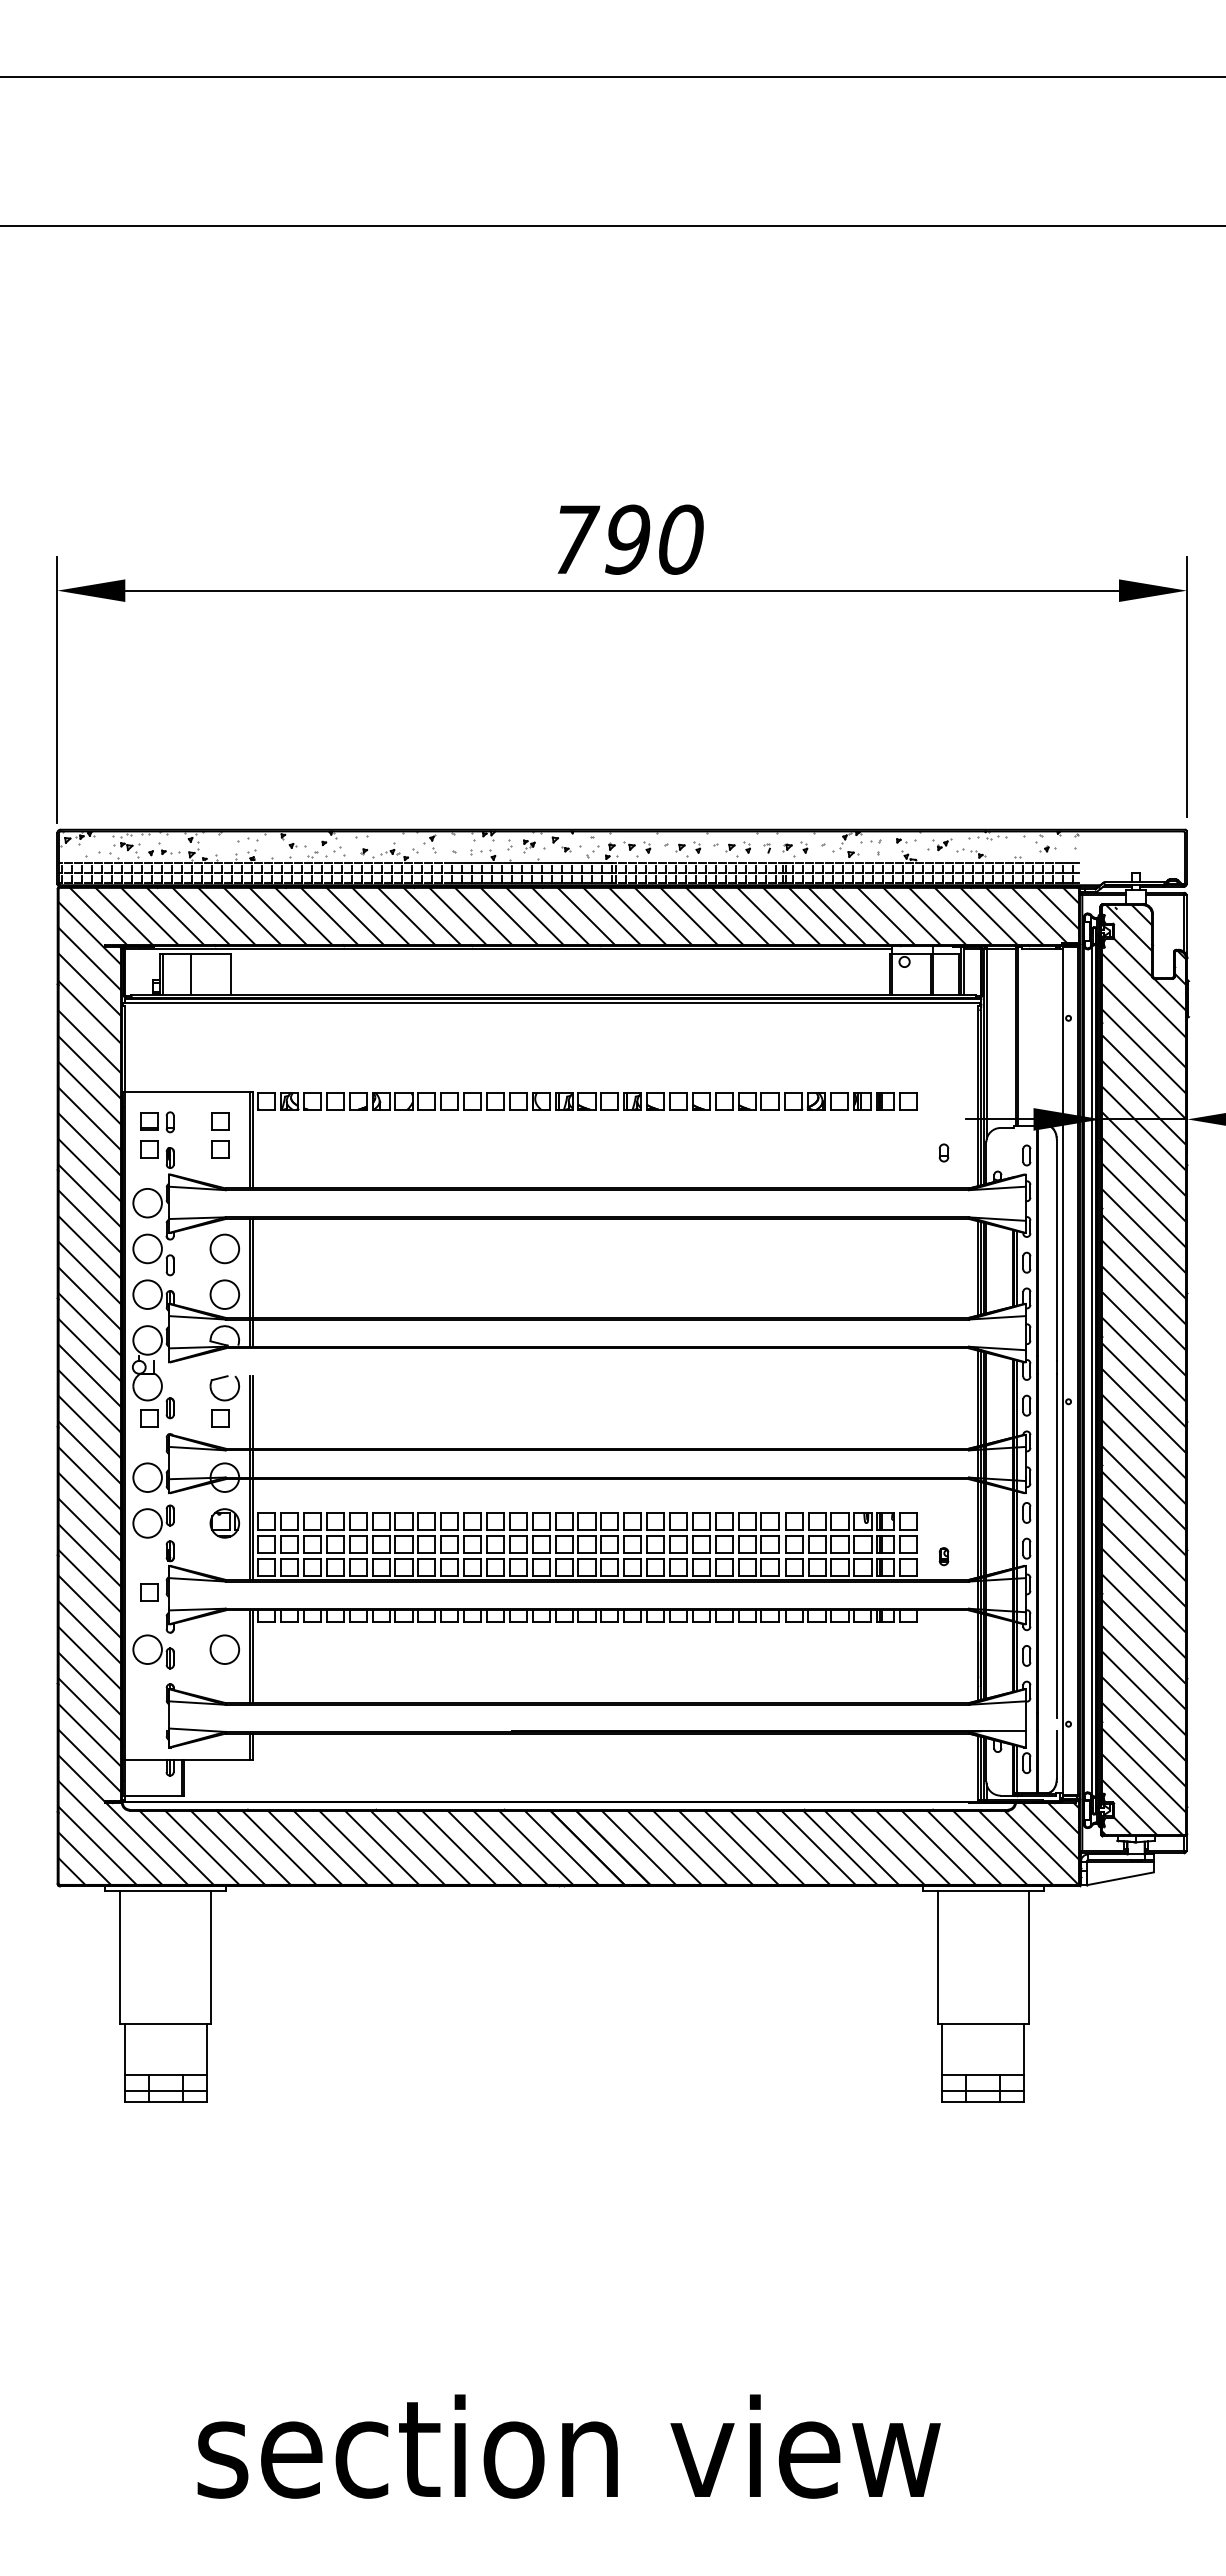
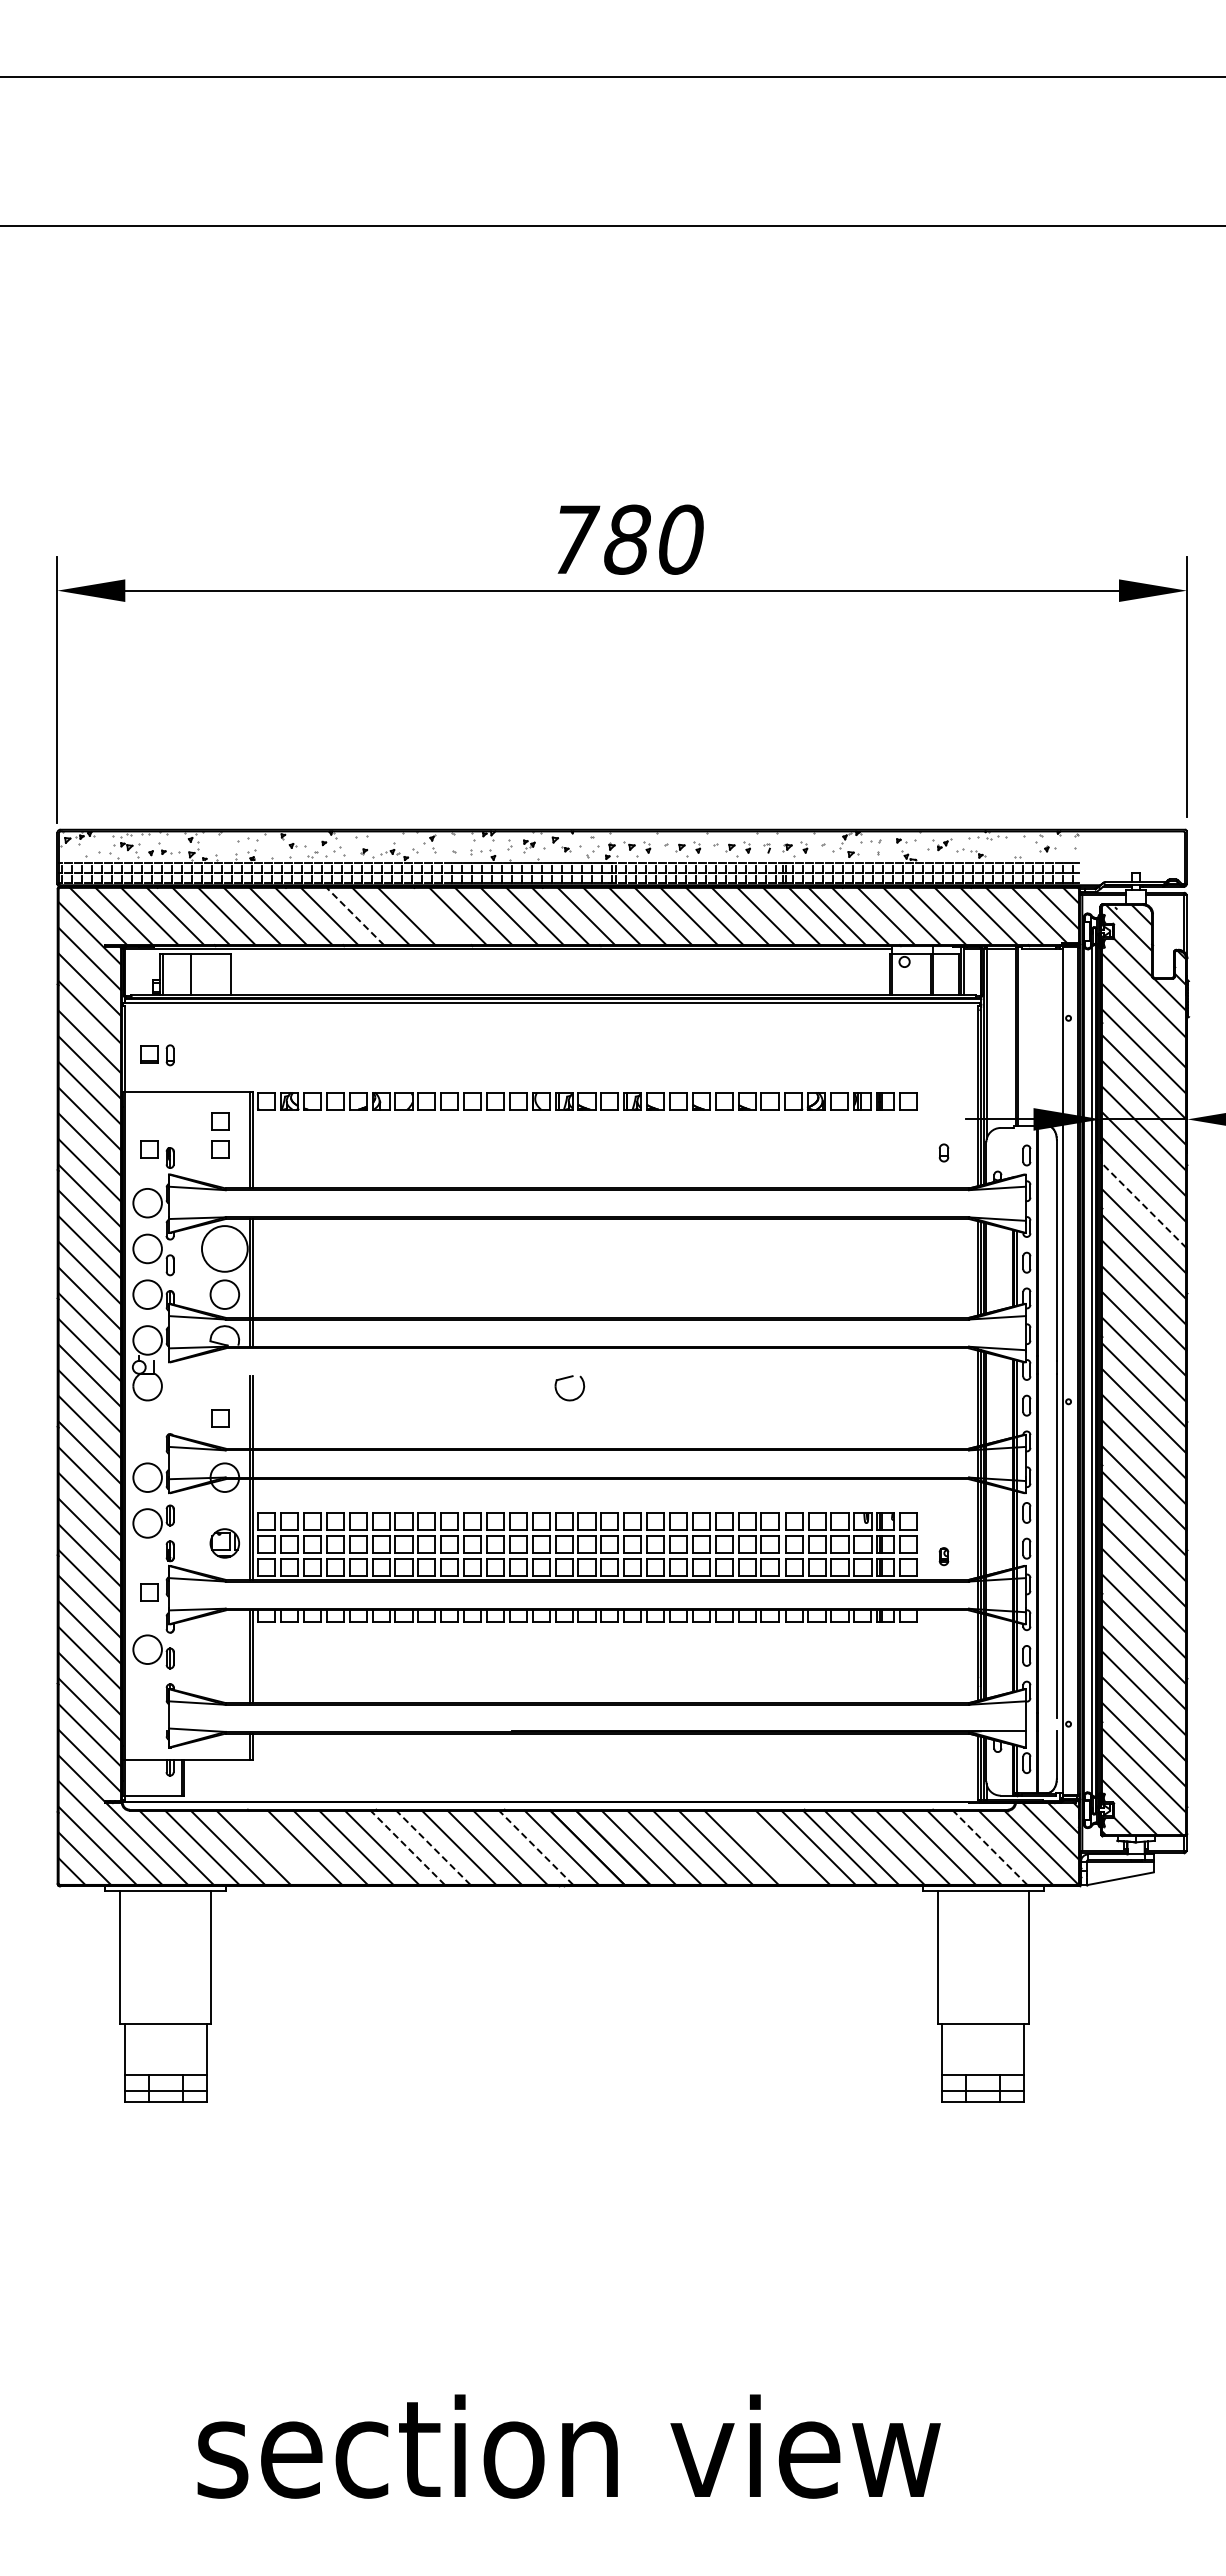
text at (627, 539): 790 -> 780
line at (355, 916): solid -> dashed
line at (432, 916): present -> none
part at (157, 1122) position: (157, 1122) -> (157, 1055)
line at (1144, 1205): solid -> dashed
circle at (224, 1248) diameter: 29 px -> 46 px
part at (223, 1378) position: (223, 1378) -> (568, 1378)
part at (157, 1412): present -> none
part at (224, 1523) position: (224, 1523) -> (224, 1543)
circle at (224, 1649): present -> none
line at (279, 1847): present -> none
line at (407, 1847): solid -> dashed
line at (433, 1847): solid -> dashed
line at (535, 1847): solid -> dashed
line at (767, 1847): present -> none
line at (989, 1847): solid -> dashed
